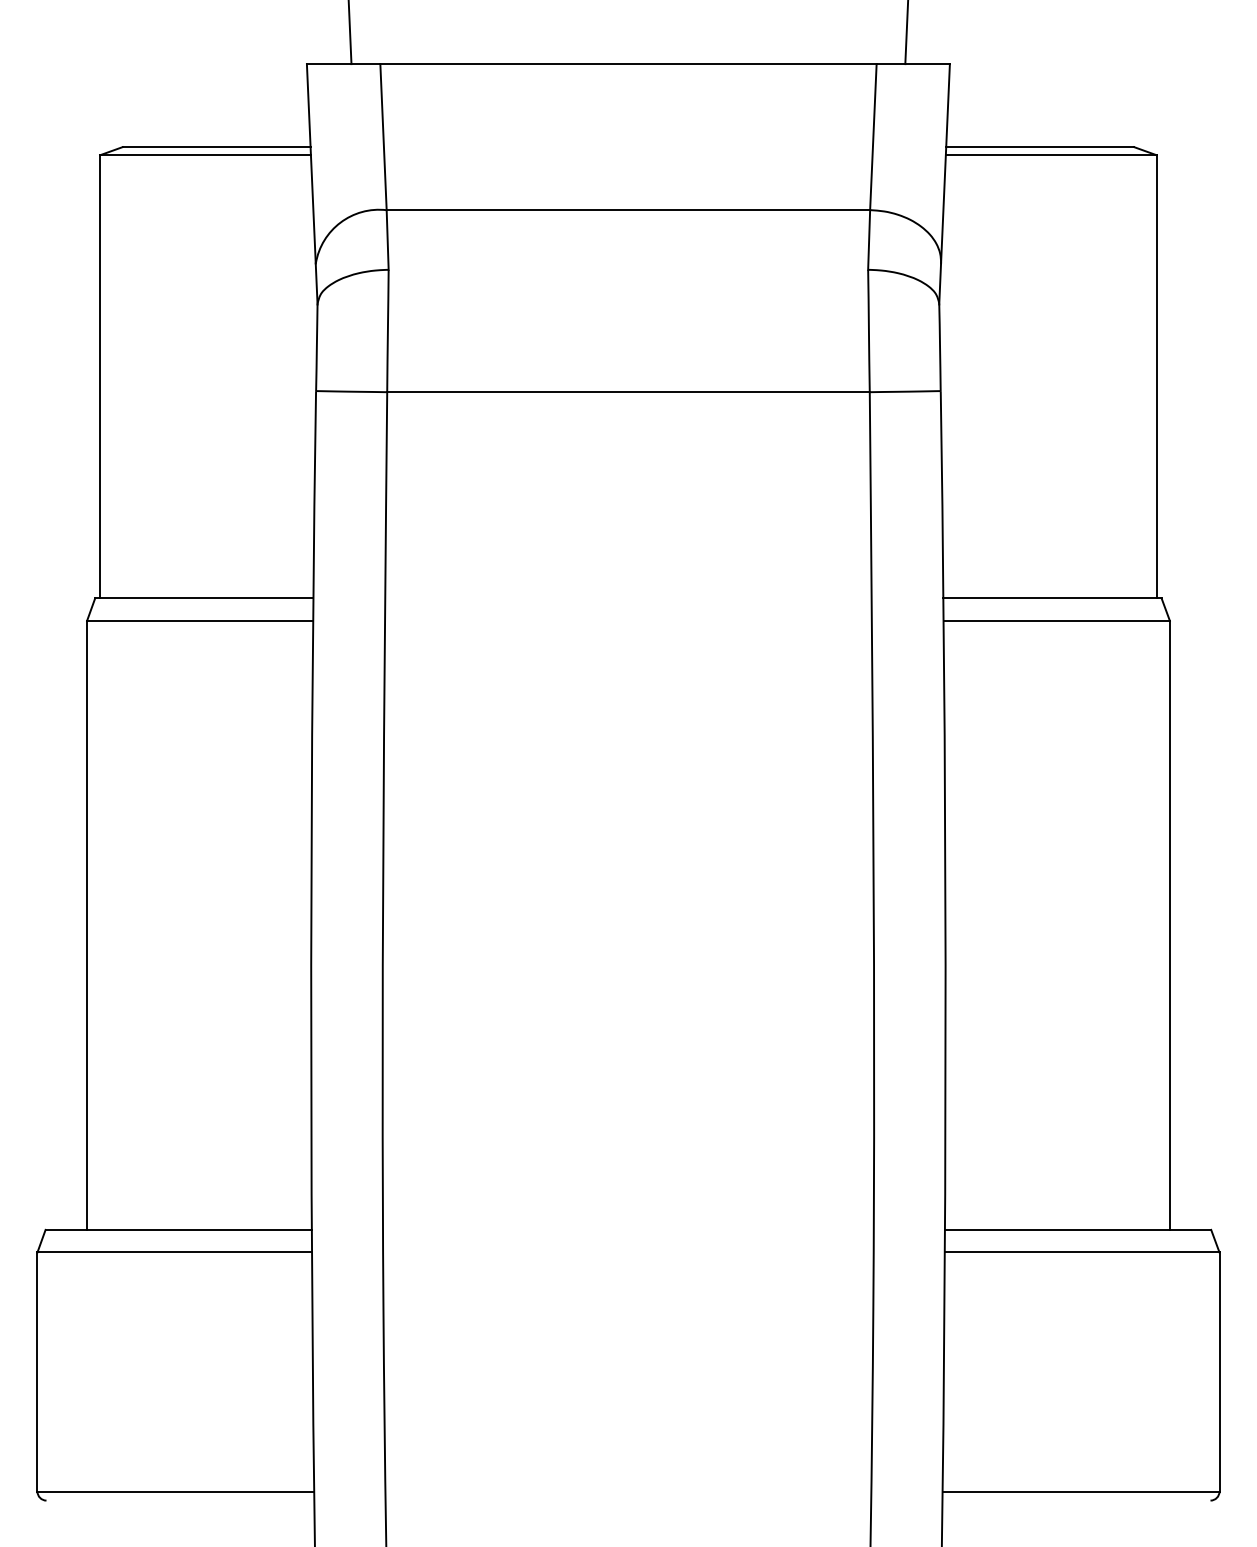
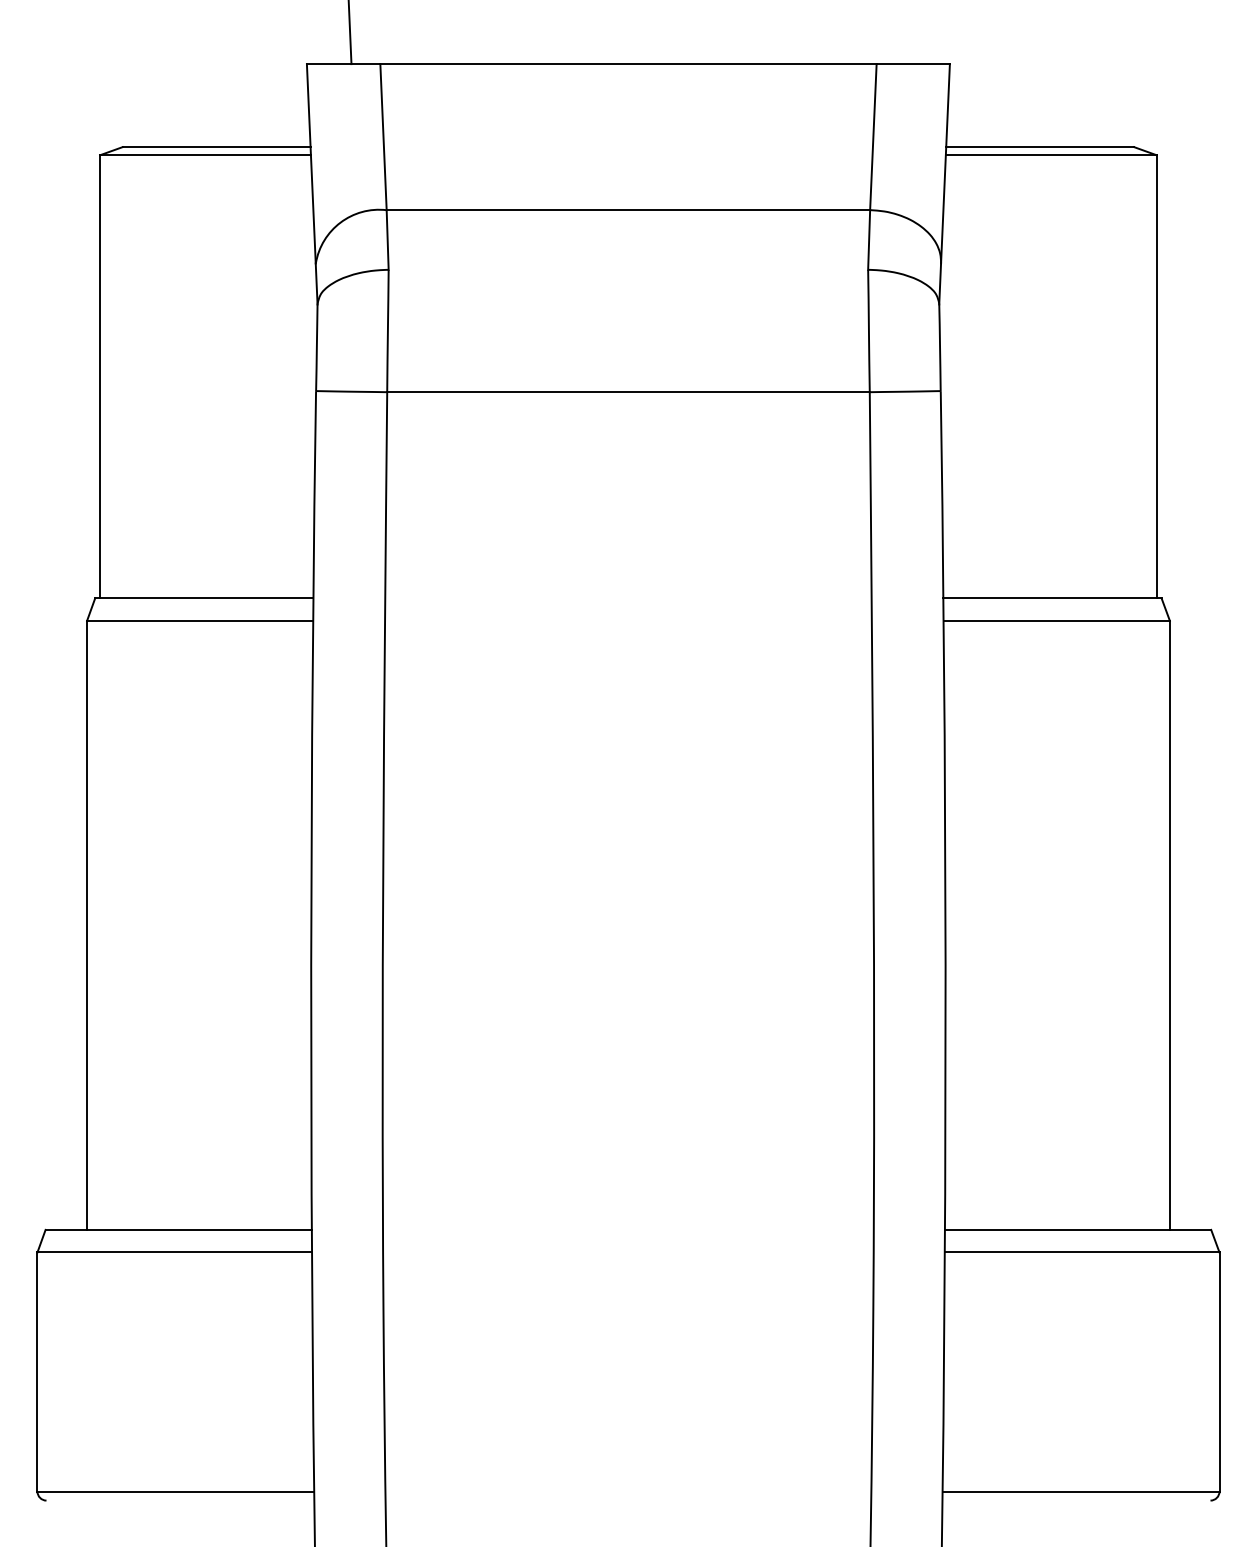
line at (906, 33): present -> none
